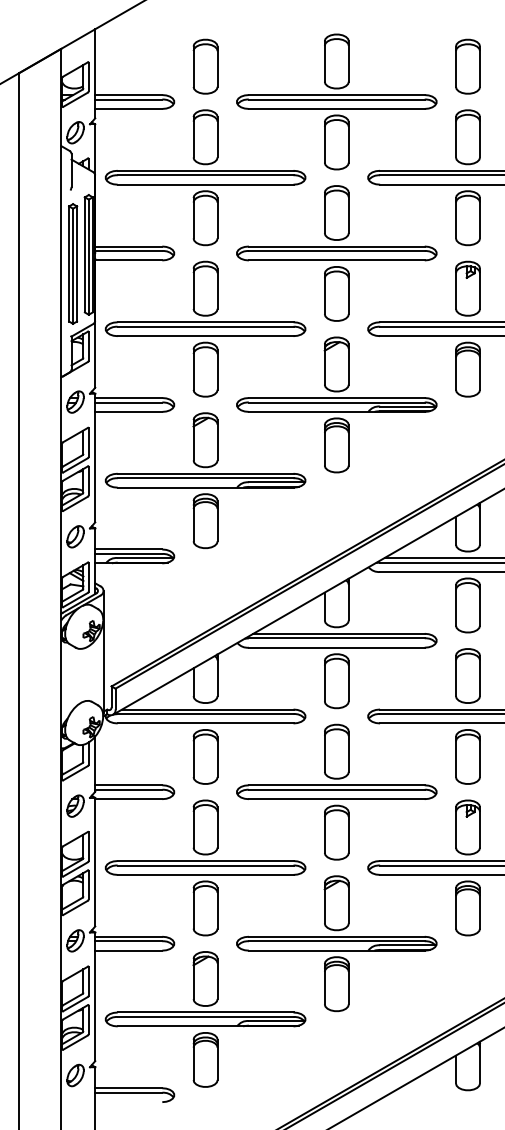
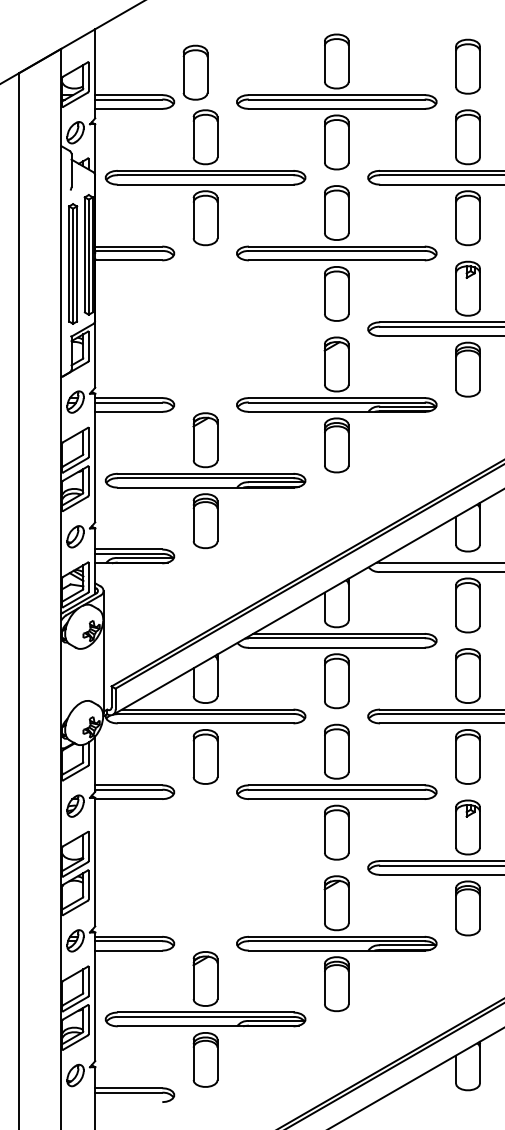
part at (205, 66) position: (205, 66) -> (195, 72)
part at (205, 328): present -> none
line at (442, 558): present -> none
part at (205, 867): present -> none
